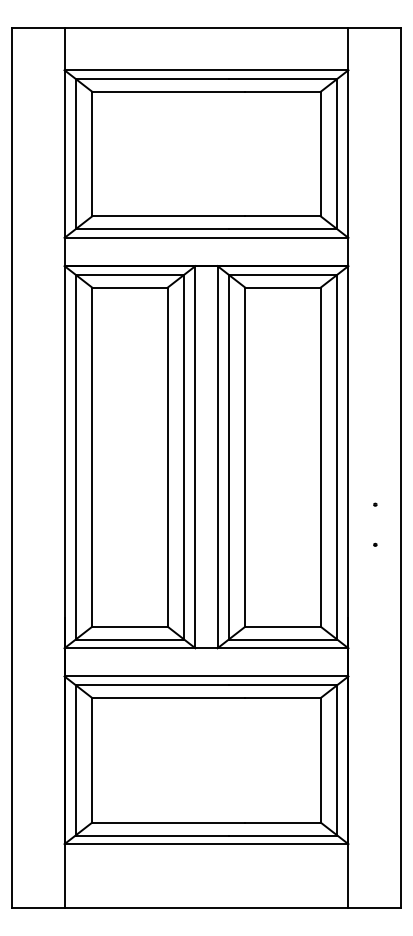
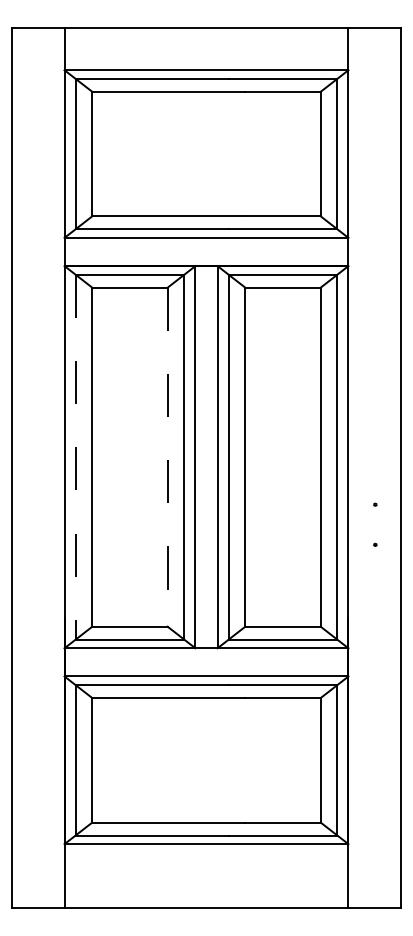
line at (75, 457): solid -> dashed
line at (167, 457): solid -> dashed
